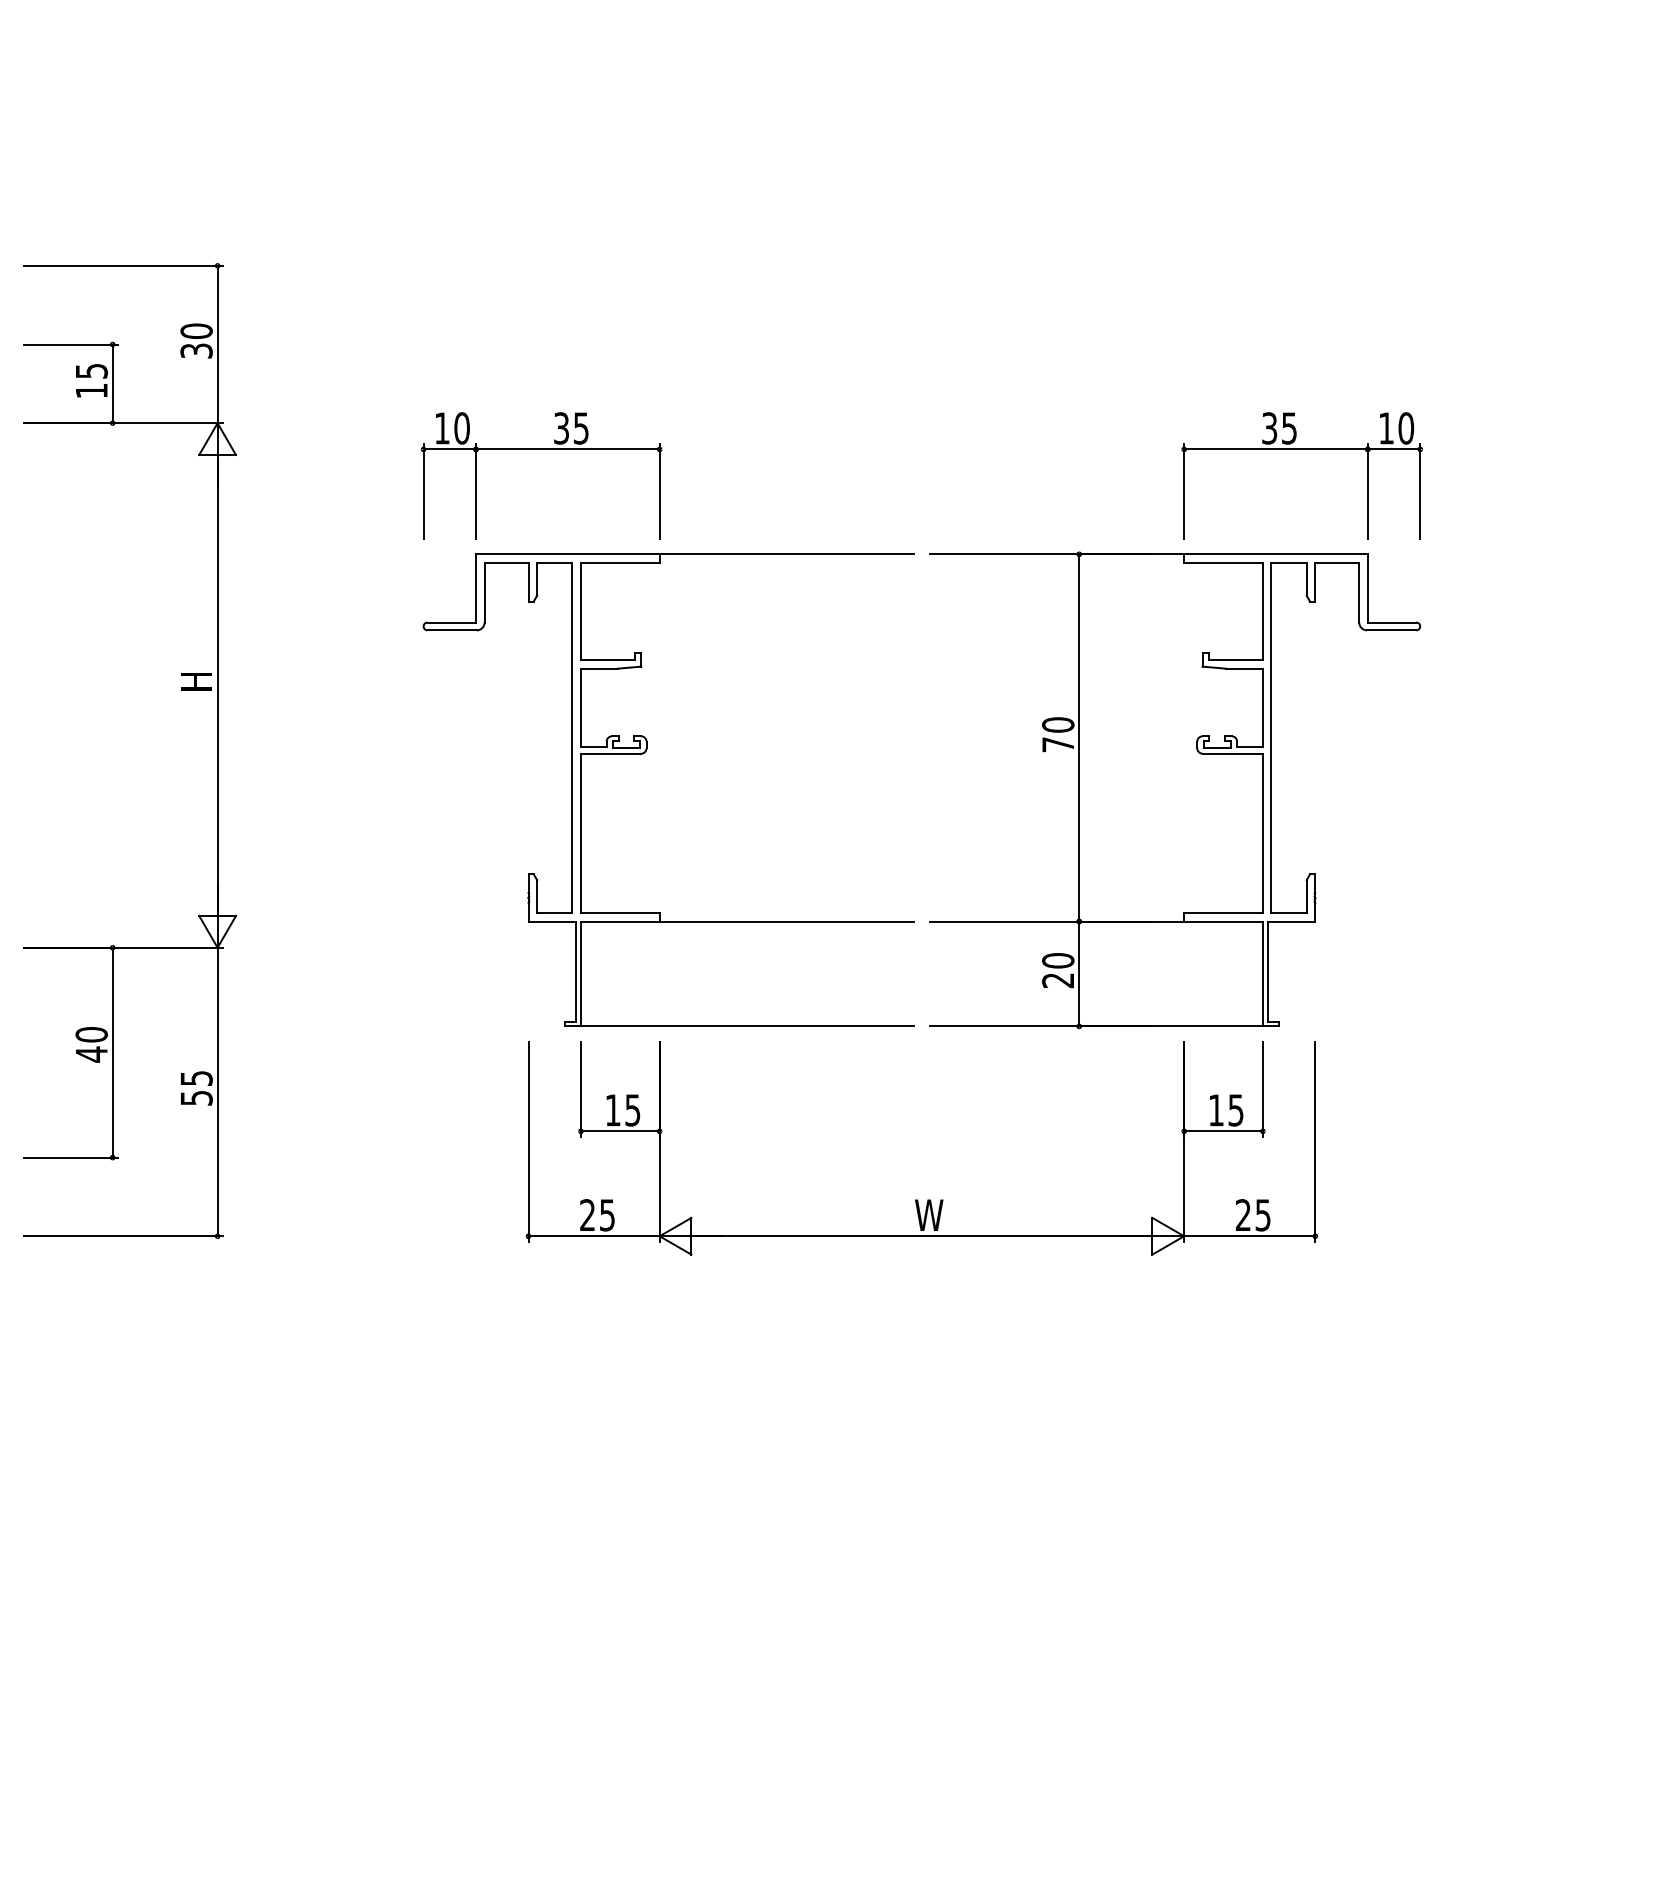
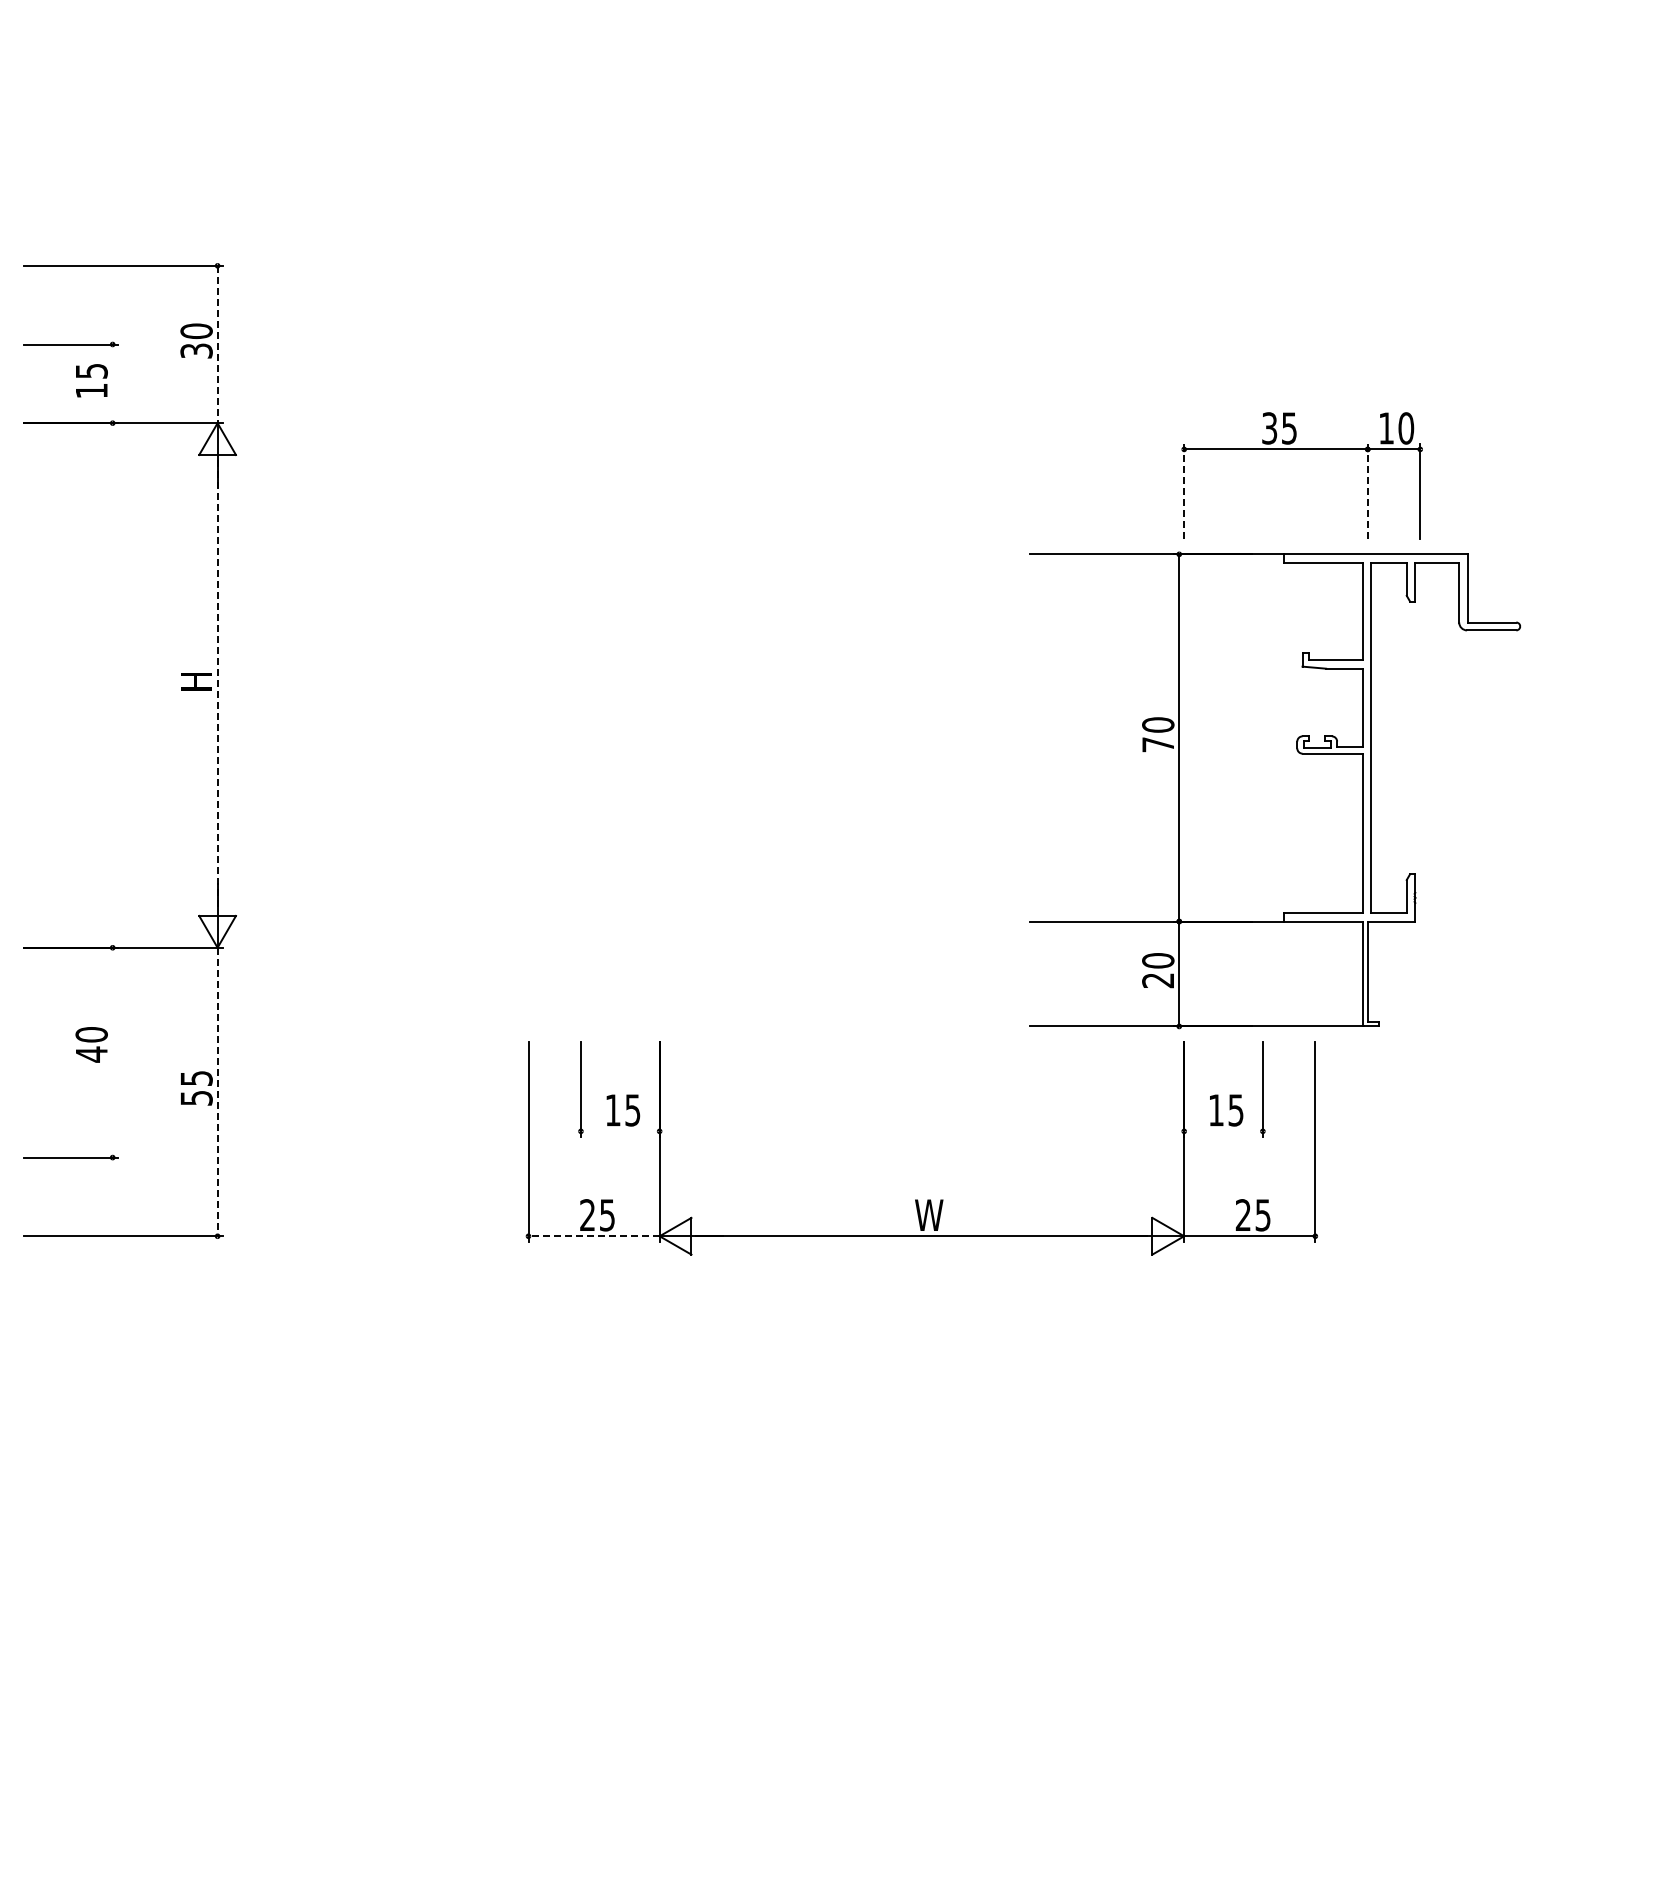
line at (217, 344): solid -> dashed
line at (112, 383): present -> none
part at (541, 449): present -> none
line at (1184, 490): solid -> dashed
line at (1367, 490): solid -> dashed
line at (217, 685): solid -> dashed
part at (643, 754): present -> none
part at (1174, 790) position: (1174, 790) -> (1274, 790)
line at (112, 1052): present -> none
line at (217, 1092): solid -> dashed
line at (619, 1131): present -> none
line at (1223, 1131): present -> none
line at (594, 1236): solid -> dashed
